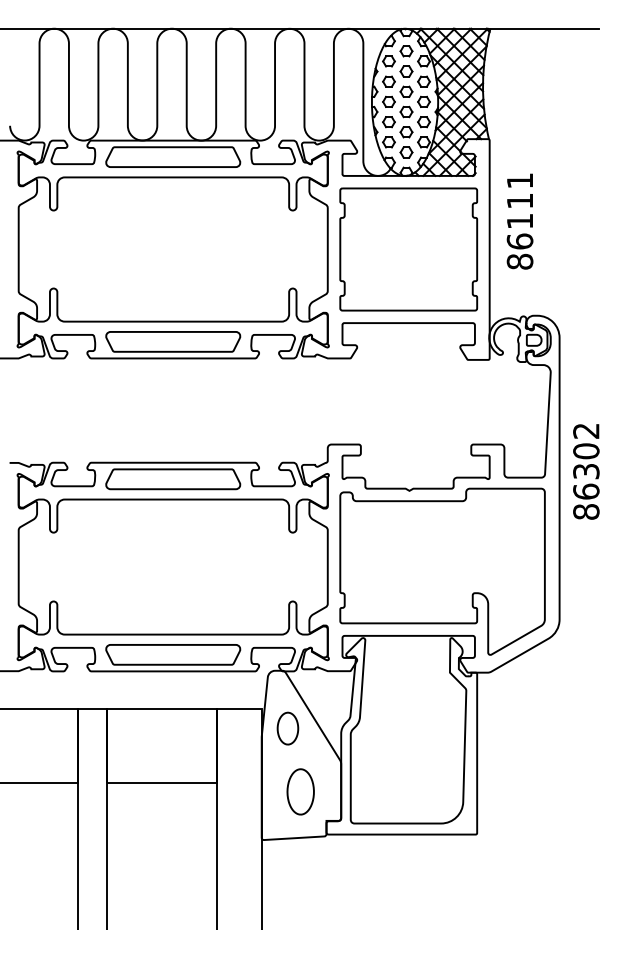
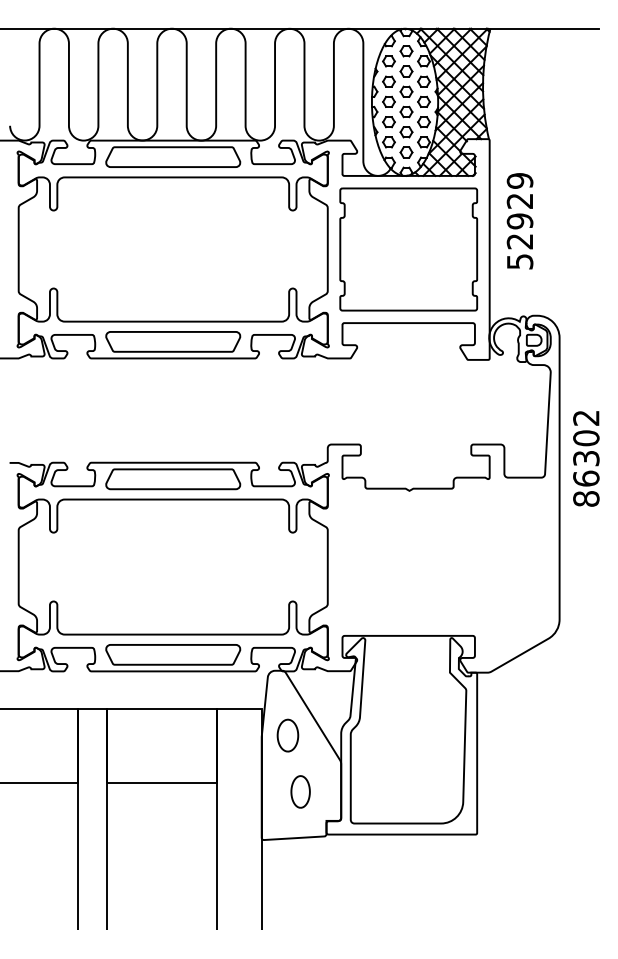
text at (519, 221): 86111 -> 52929
text at (586, 471) position: (586, 471) -> (586, 458)
part at (442, 571): present -> none
part at (287, 728) position: (287, 728) -> (287, 735)
part at (300, 791) size: 29x48 px -> 21x34 px
